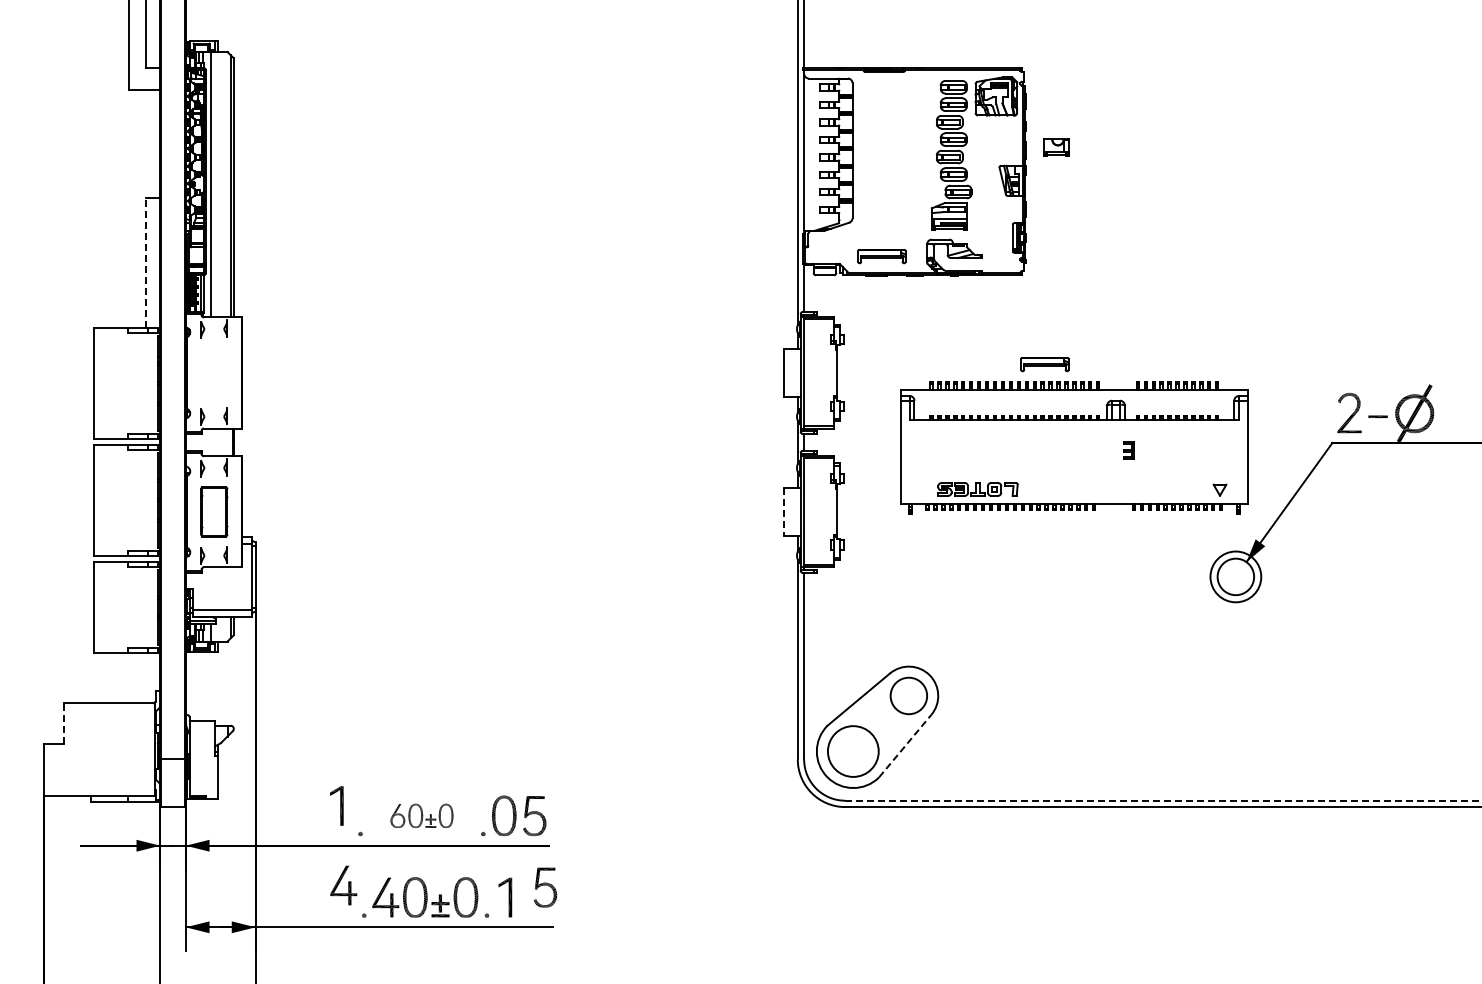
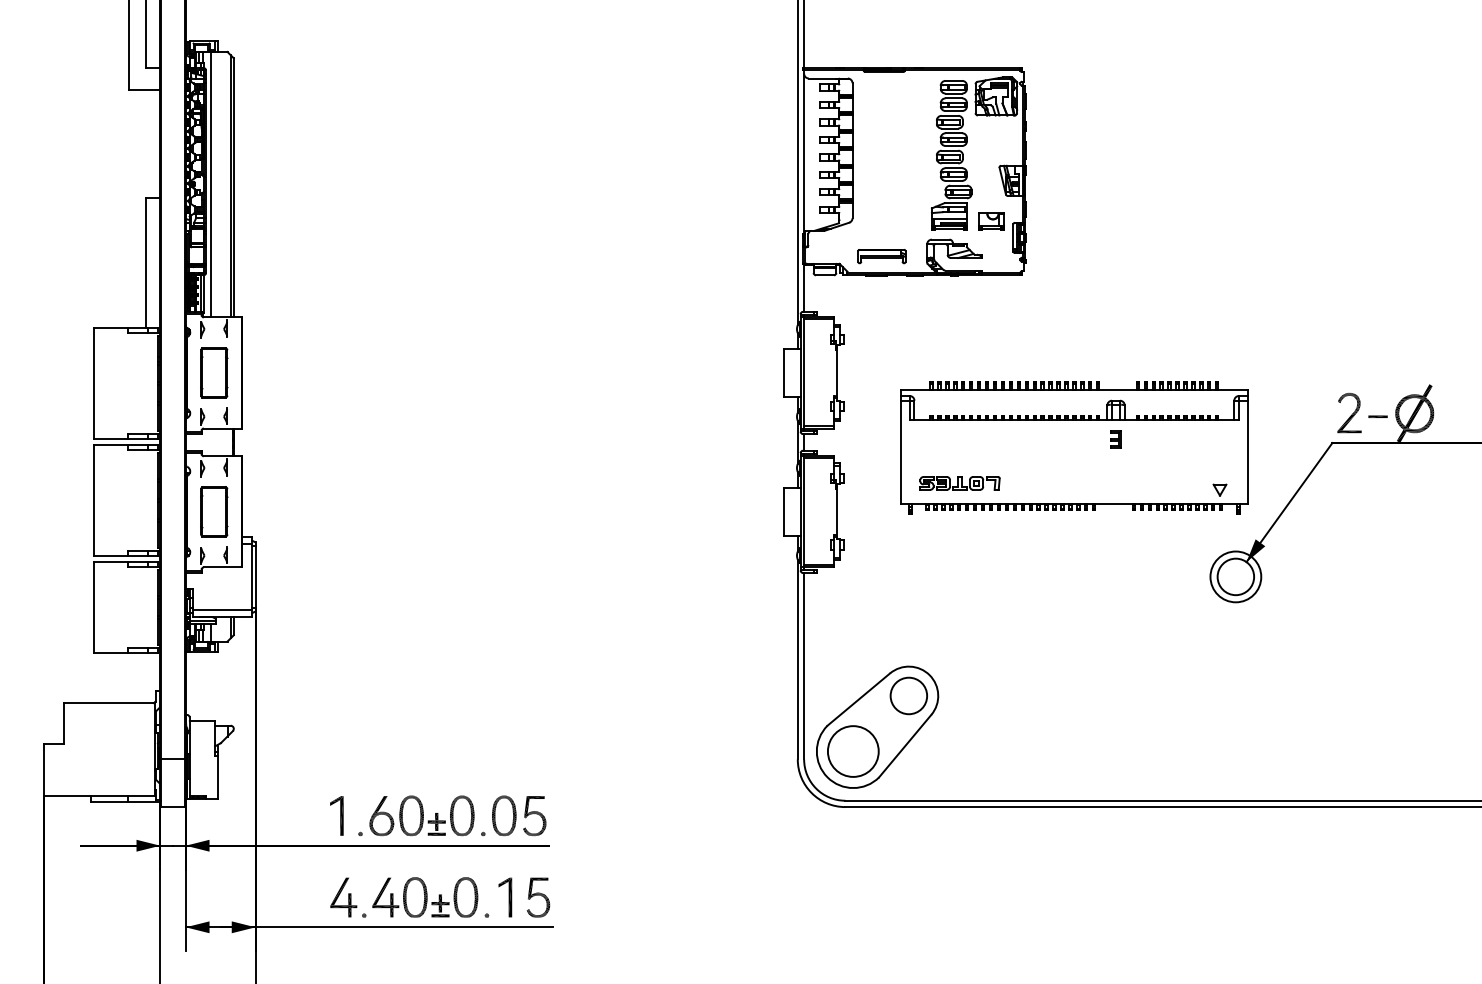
part at (1056, 147) position: (1056, 147) -> (991, 221)
line at (146, 263): dashed -> solid
part at (1044, 364): present -> none
part at (214, 372): none -> present
part at (1128, 450) position: (1128, 450) -> (1115, 439)
part at (977, 489) position: (977, 489) -> (959, 483)
line at (784, 511): dashed -> solid
line at (63, 722): dashed -> solid
line at (905, 746): dashed -> solid
line at (1163, 800): dashed -> solid
part at (336, 805) position: (336, 805) -> (336, 815)
part at (421, 815) size: 64x25 px -> 106x42 px
part at (343, 885) position: (343, 885) -> (343, 897)
part at (545, 887) position: (545, 887) -> (538, 897)
